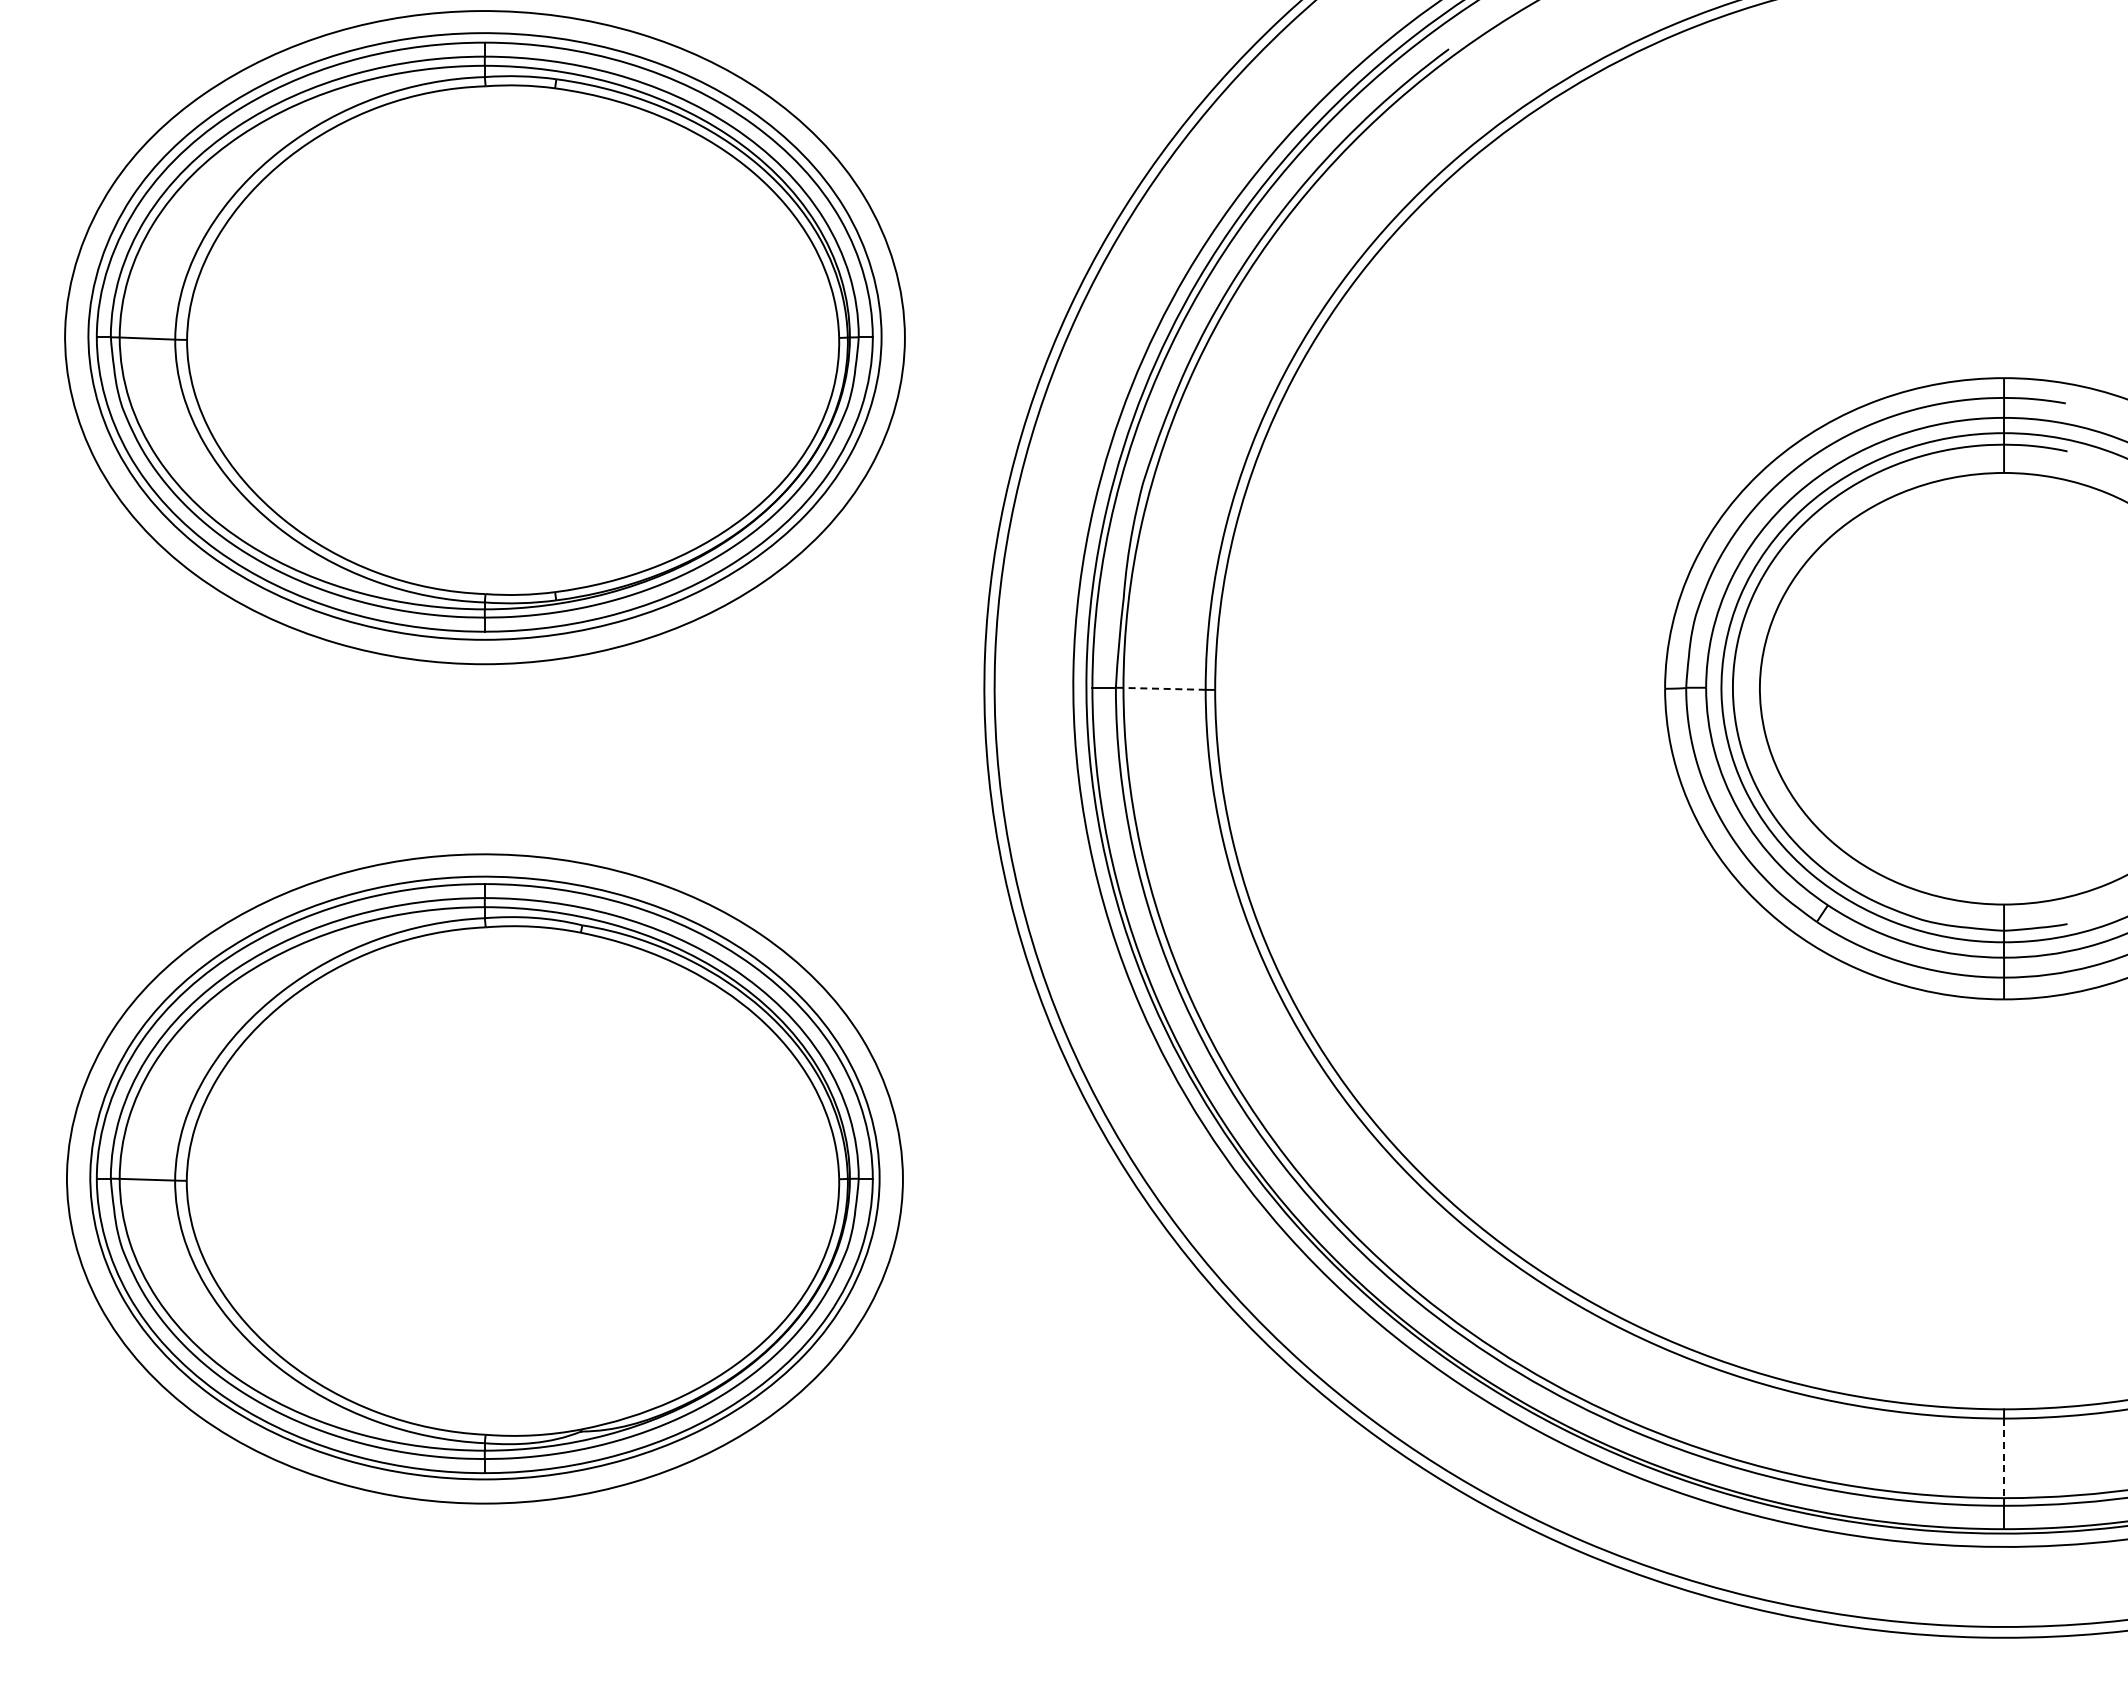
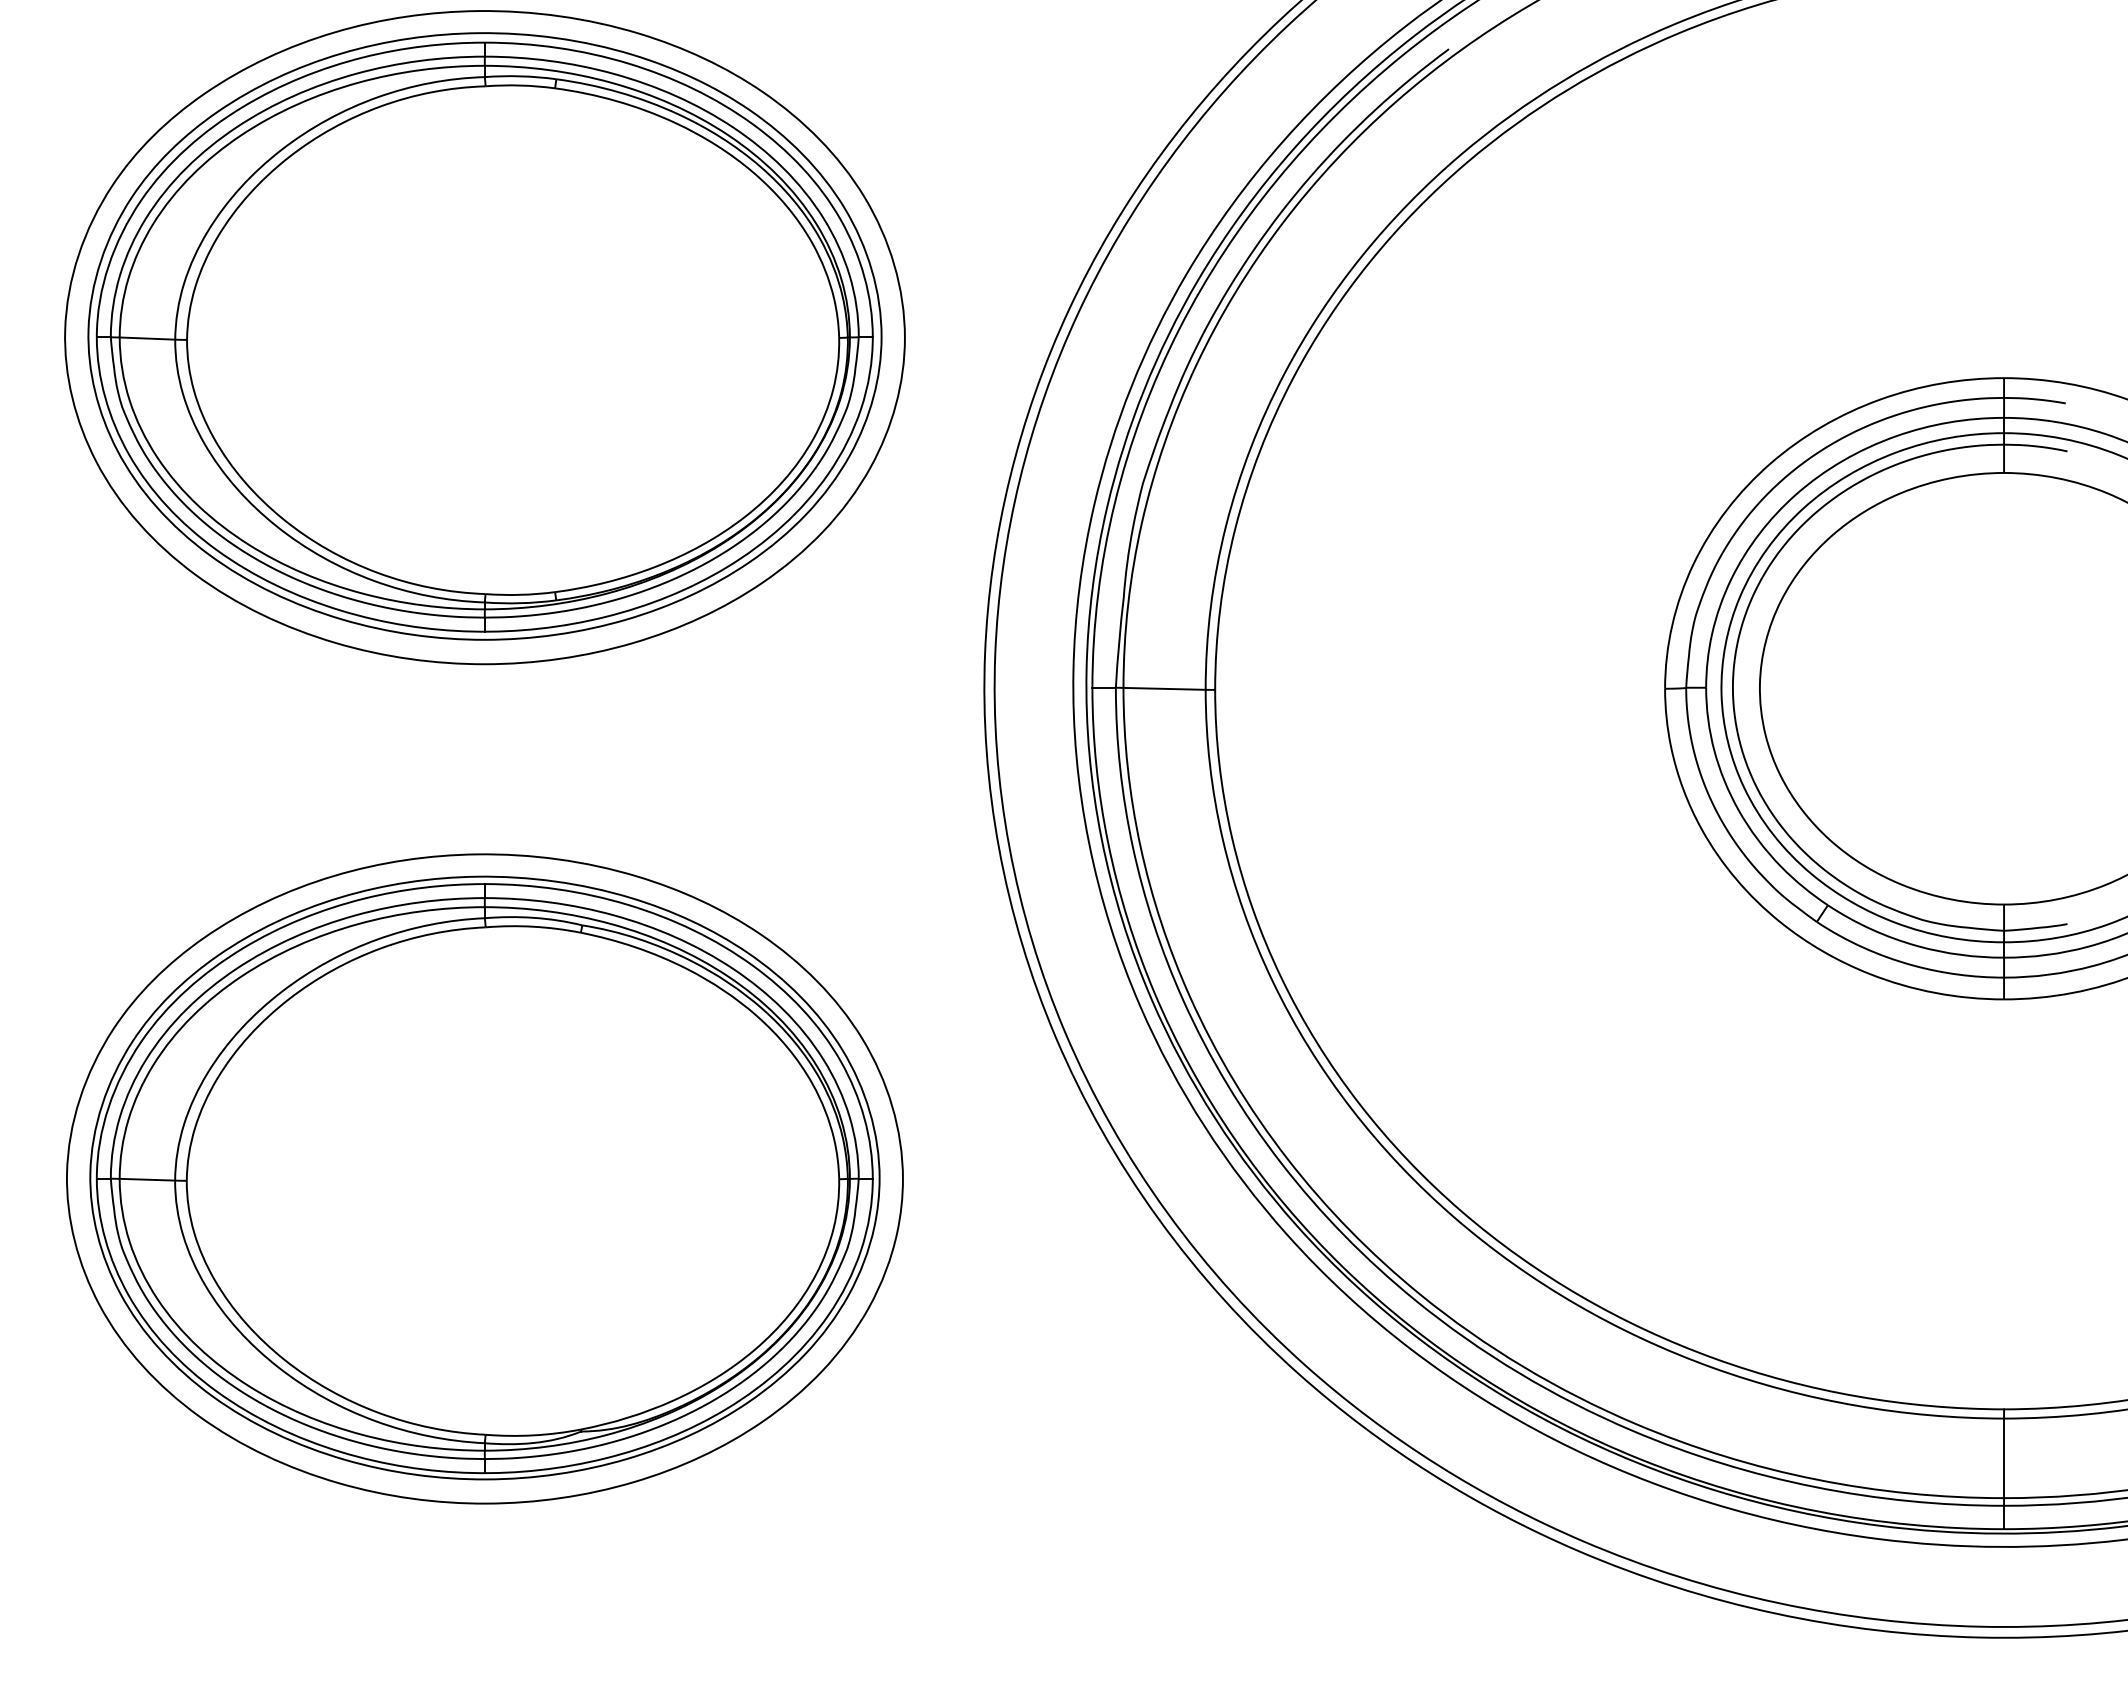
line at (1164, 688): dashed -> solid
line at (2004, 1458): dashed -> solid
